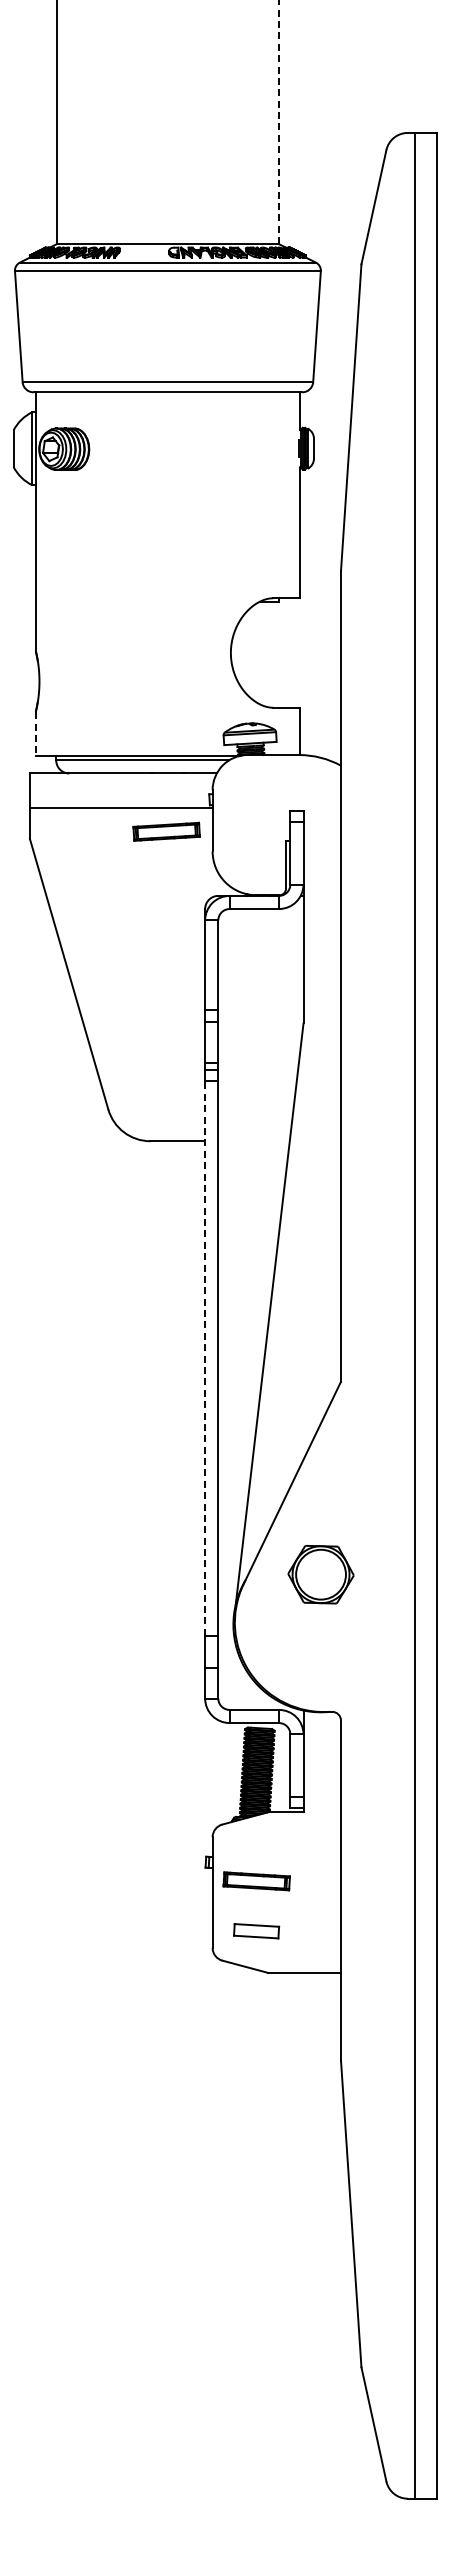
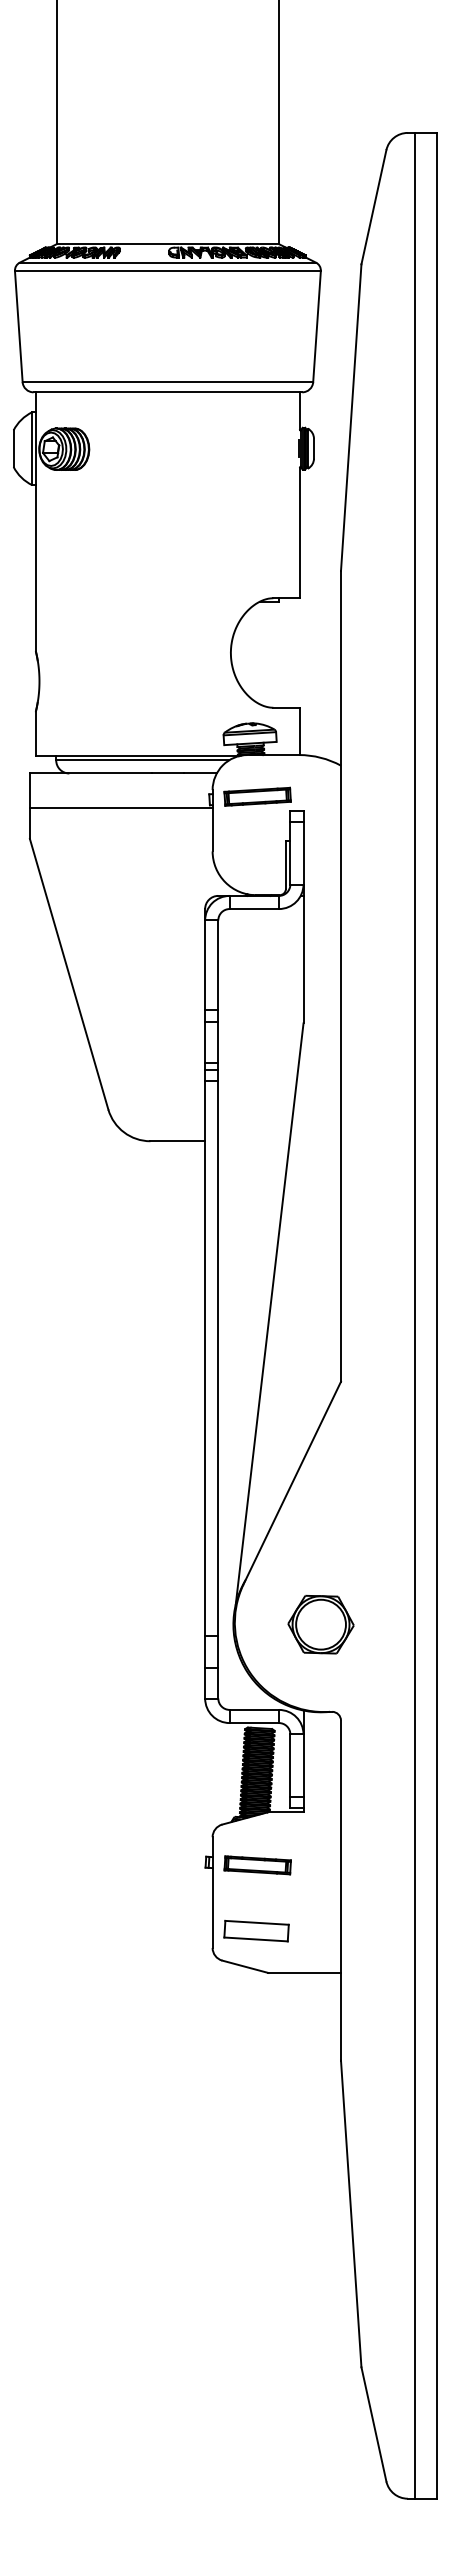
line at (279, 122): dashed -> solid
line at (35, 734): dashed -> solid
part at (166, 831) position: (166, 831) -> (257, 796)
line at (205, 1358): dashed -> solid
part at (320, 1574) position: (320, 1574) -> (320, 1624)
part at (256, 1881) position: (256, 1881) -> (257, 1865)
part at (256, 1931) size: 48x17 px -> 67x23 px
